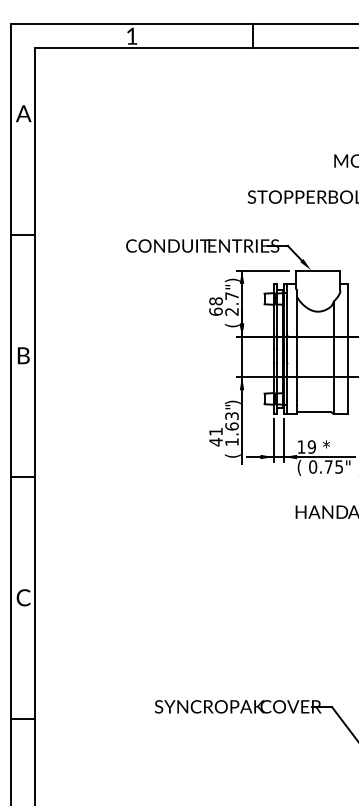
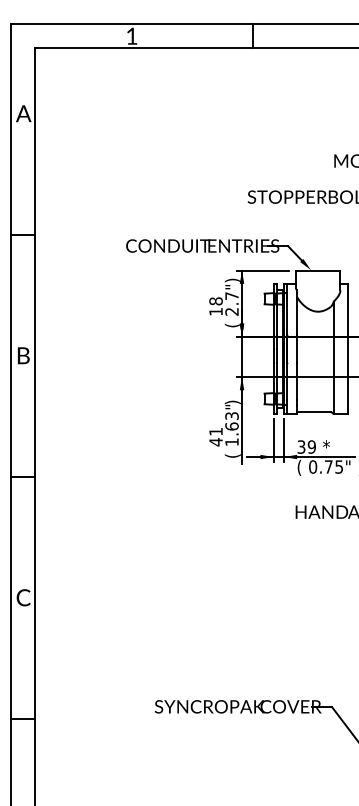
text at (215, 311): 68 -> 18
text at (301, 446): 19 -> 39
